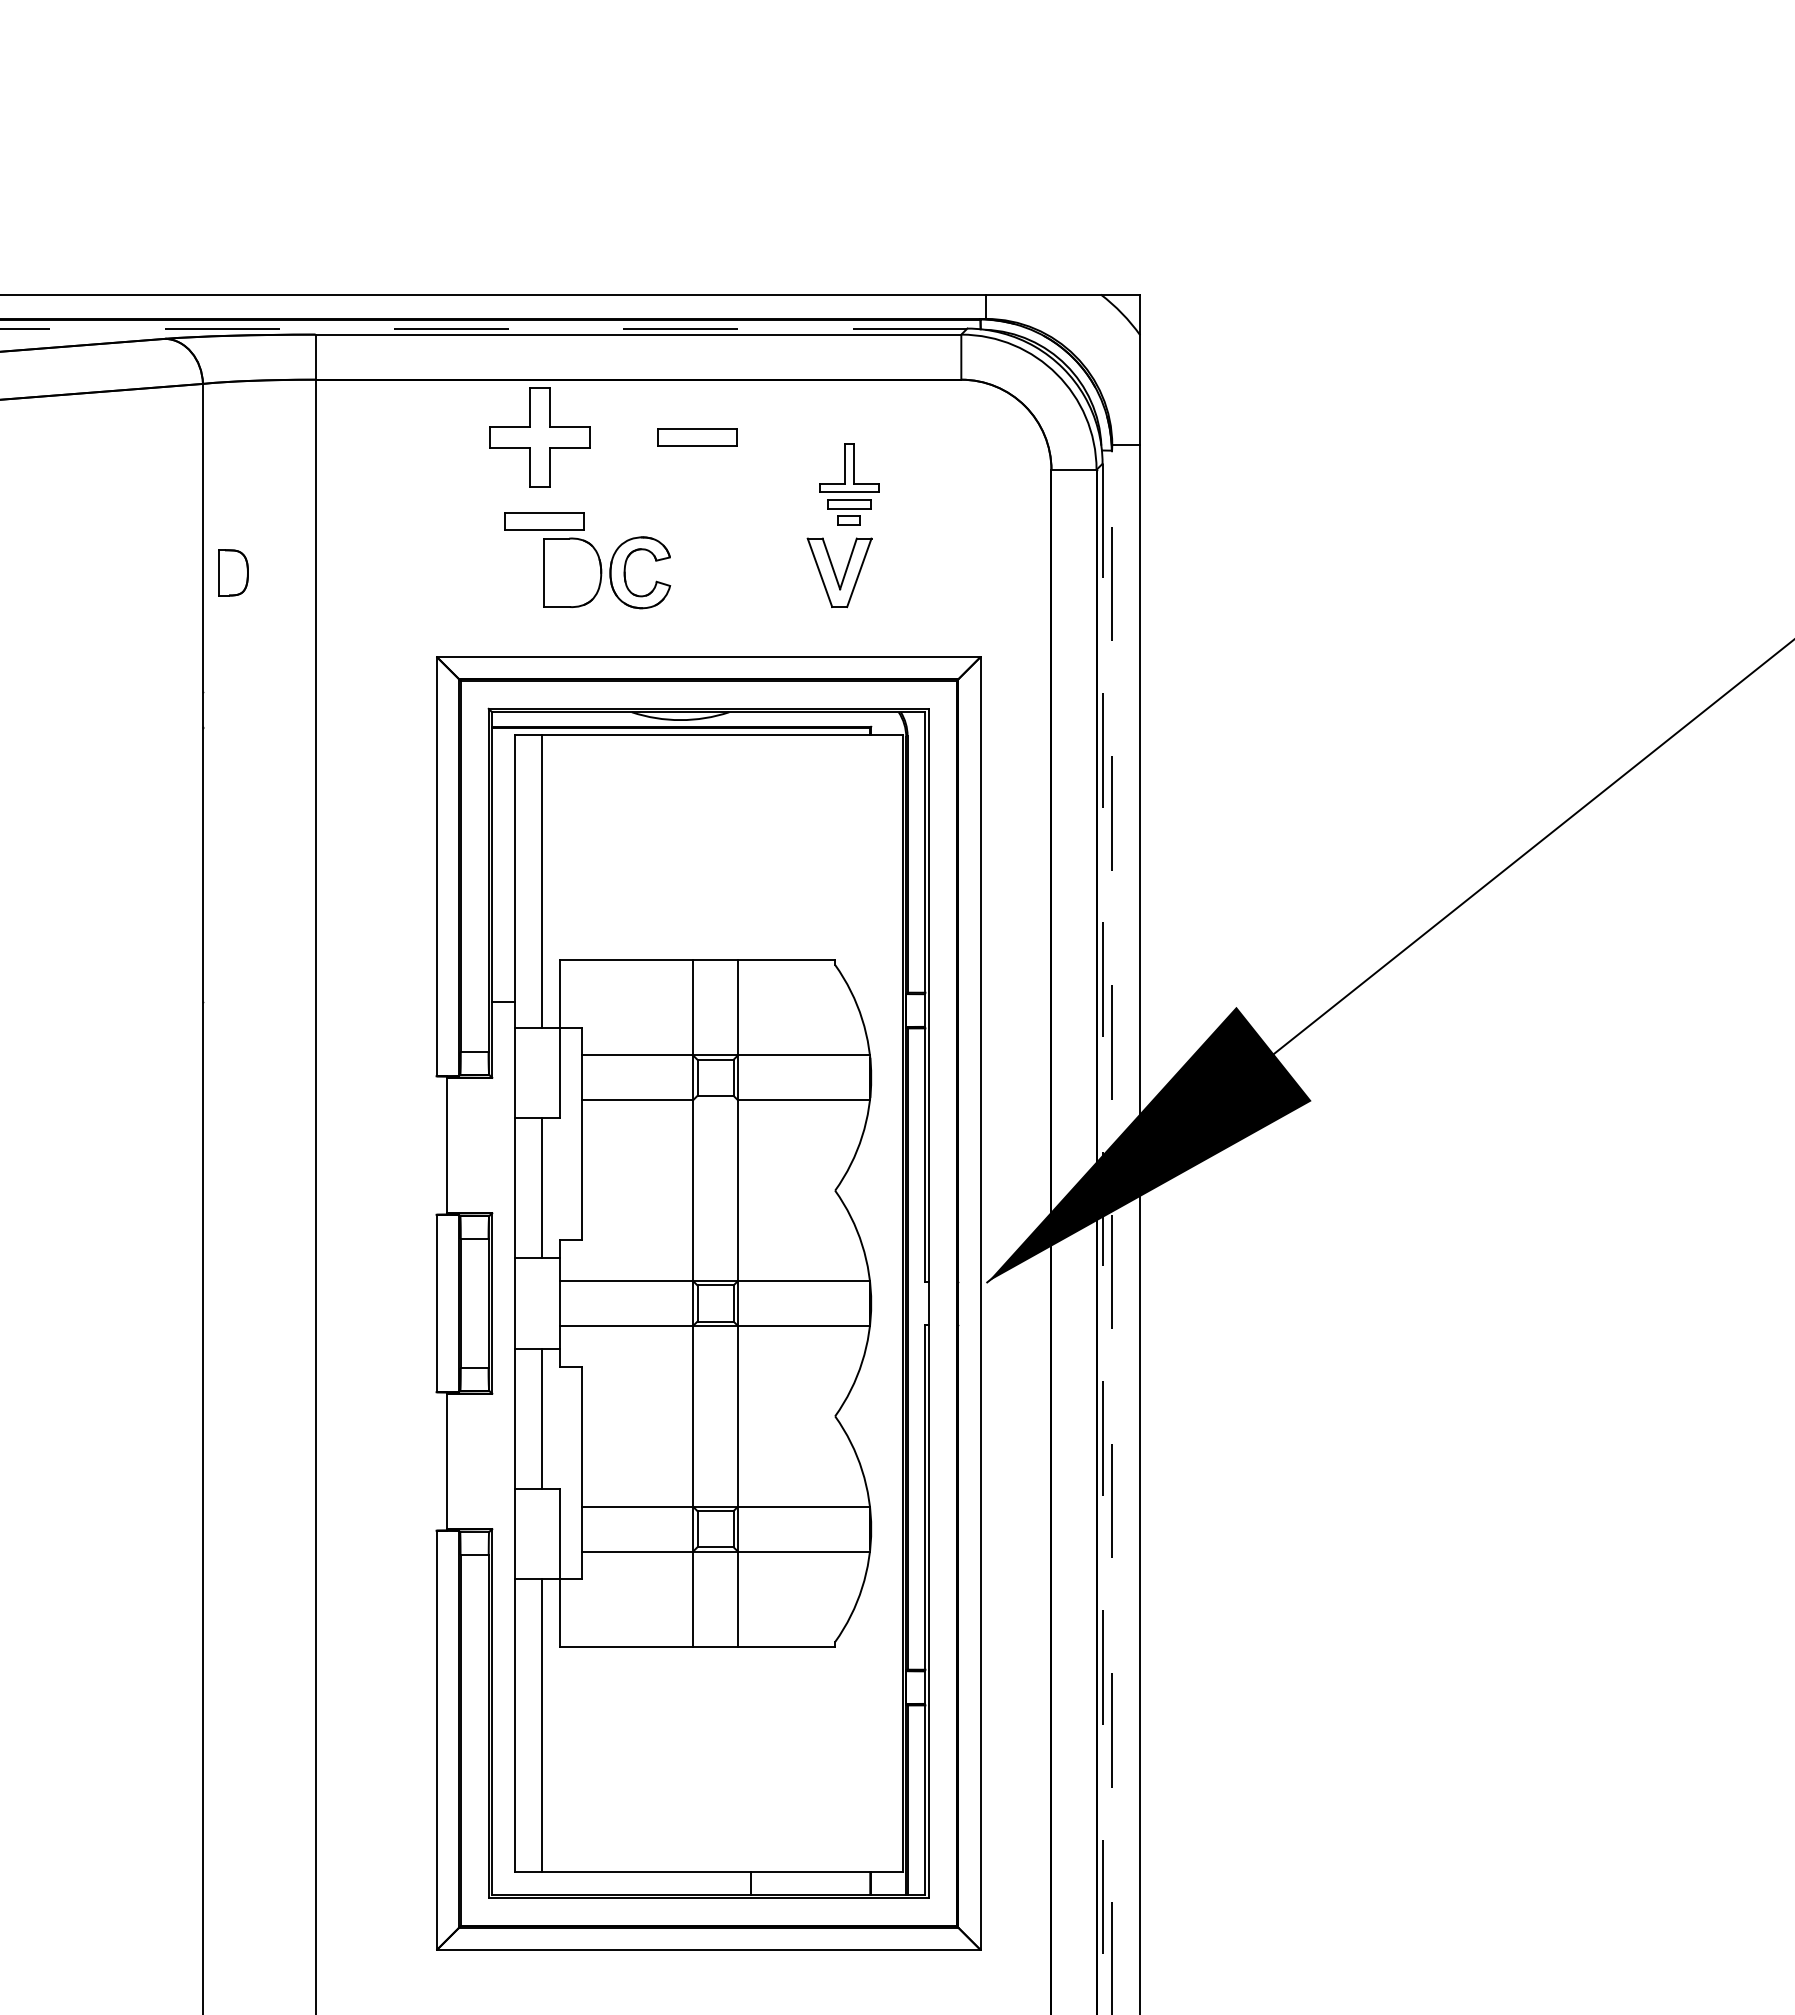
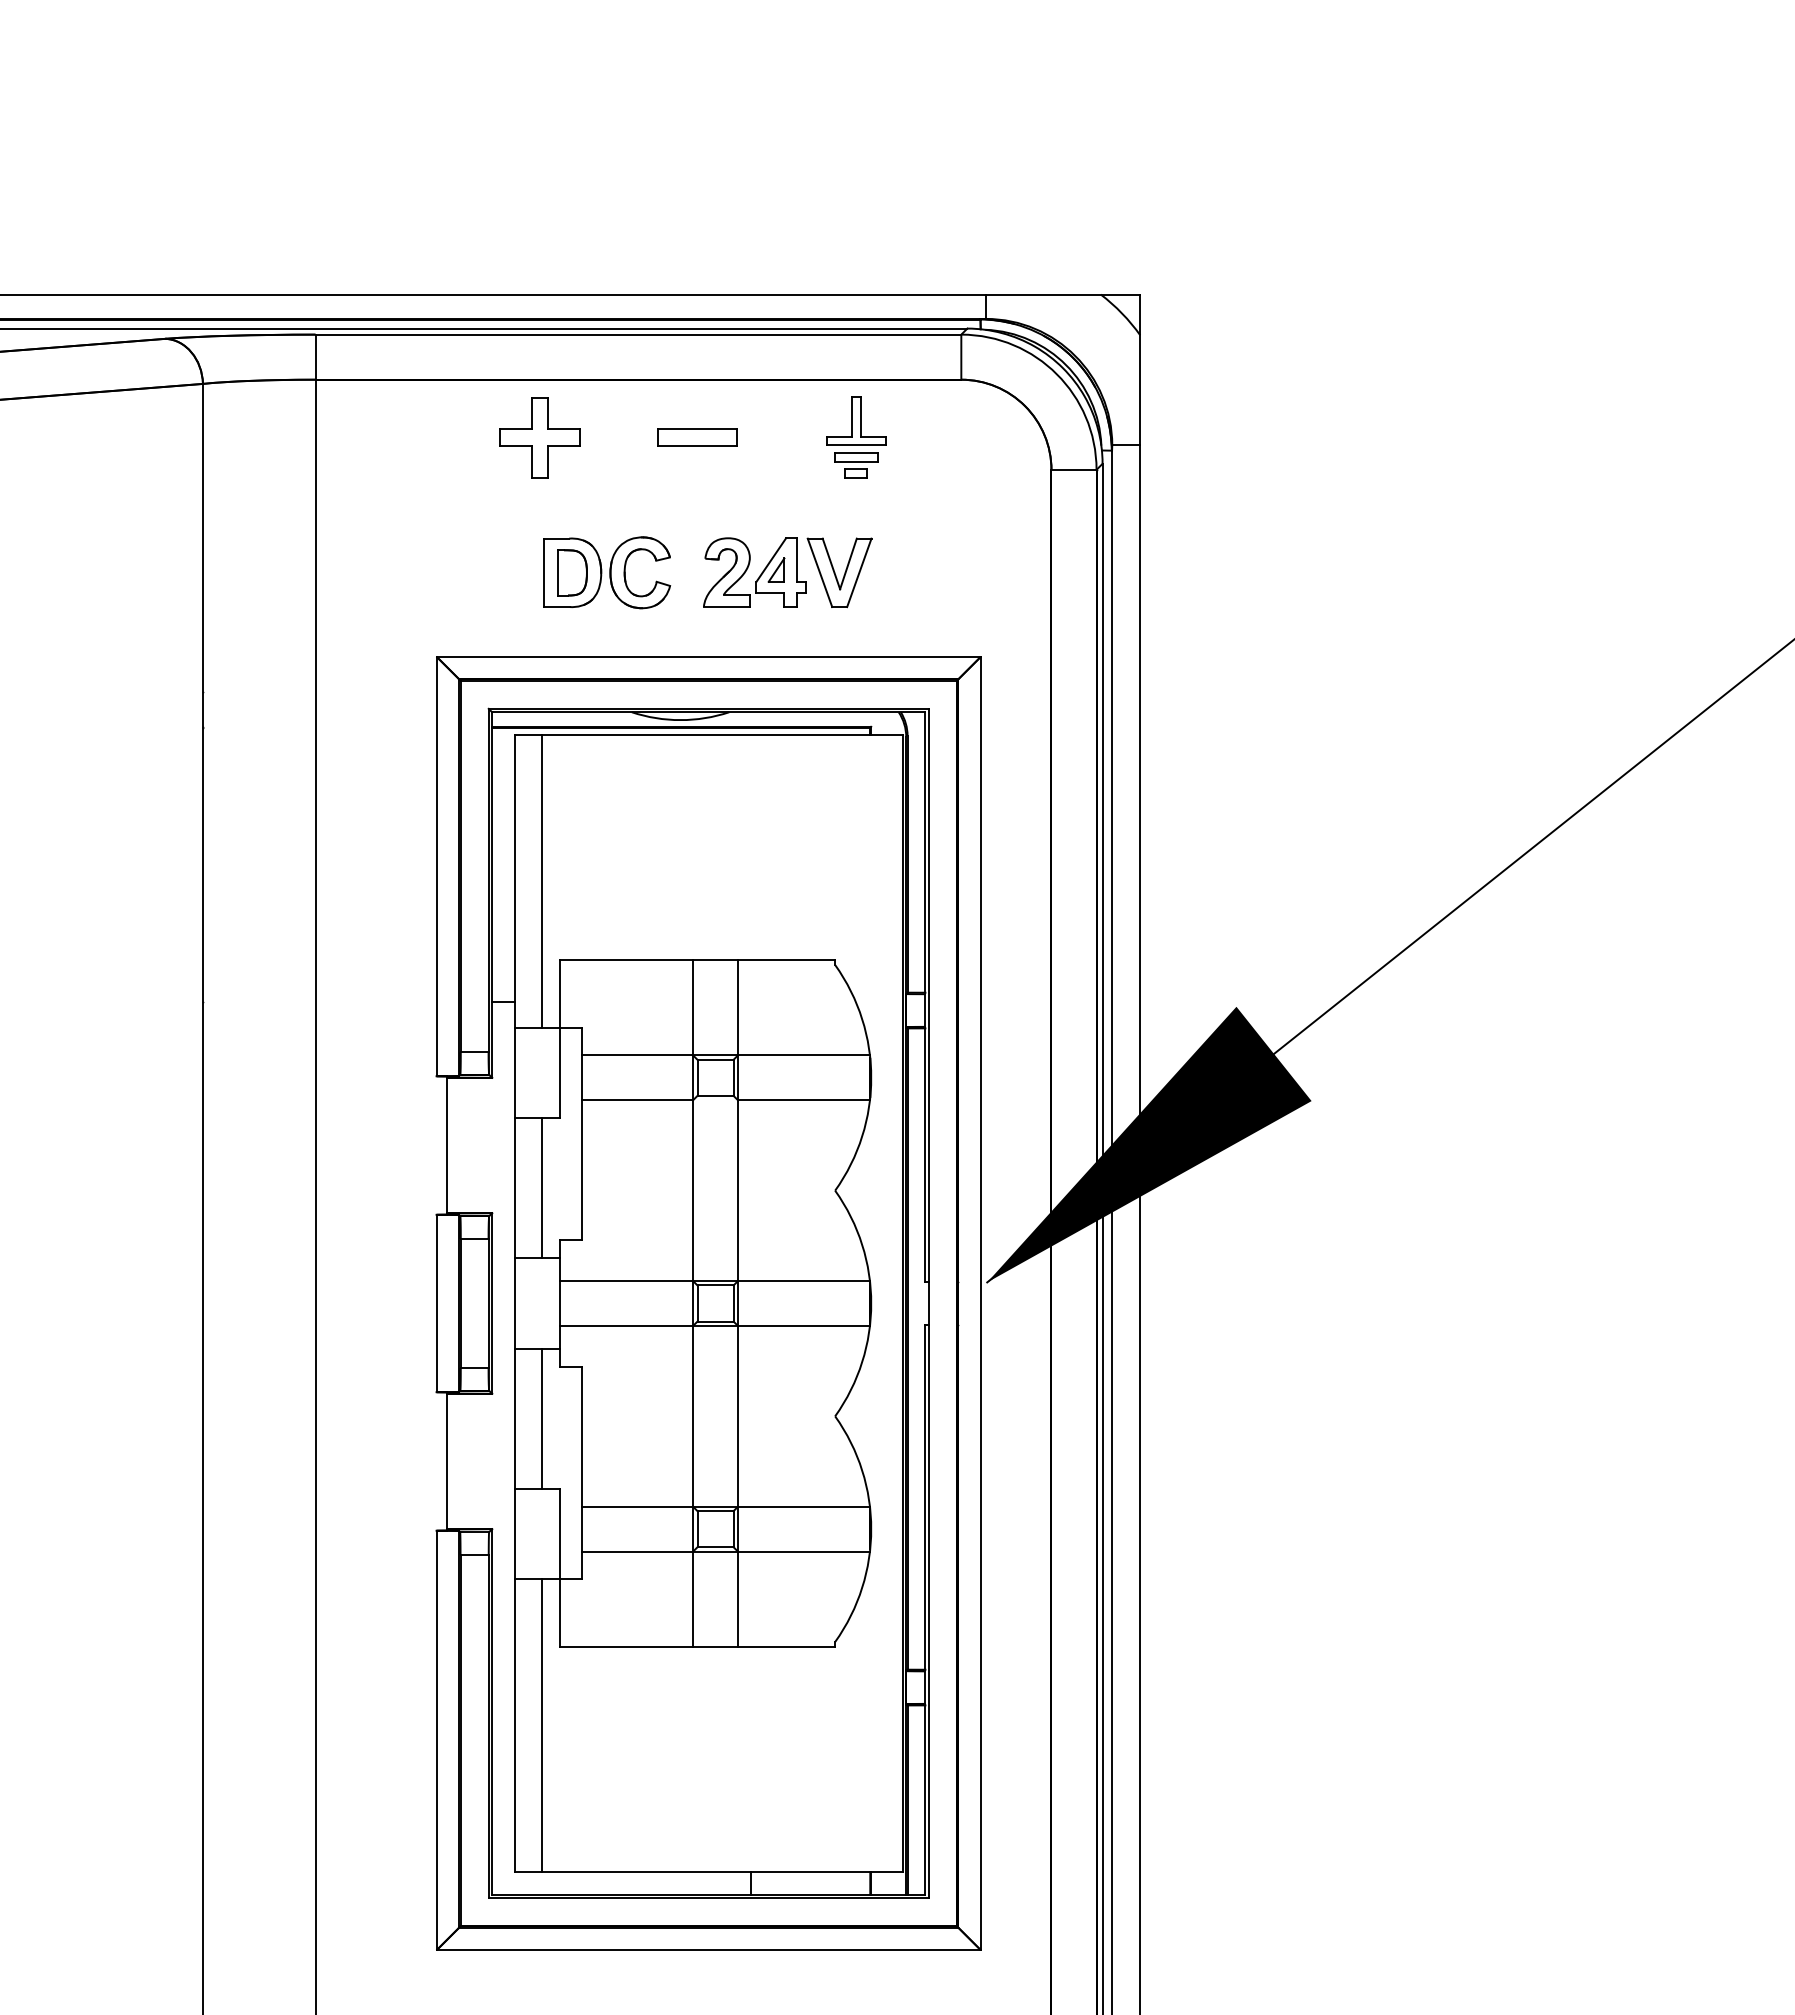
line at (483, 328): dashed -> solid
part at (539, 437) size: 102x101 px -> 82x82 px
part at (849, 484) position: (849, 484) -> (856, 437)
part at (544, 521): present -> none
part at (233, 572) position: (233, 572) -> (572, 572)
part at (754, 572): none -> present
line at (1112, 1229): dashed -> solid
line at (1102, 1239): dashed -> solid
